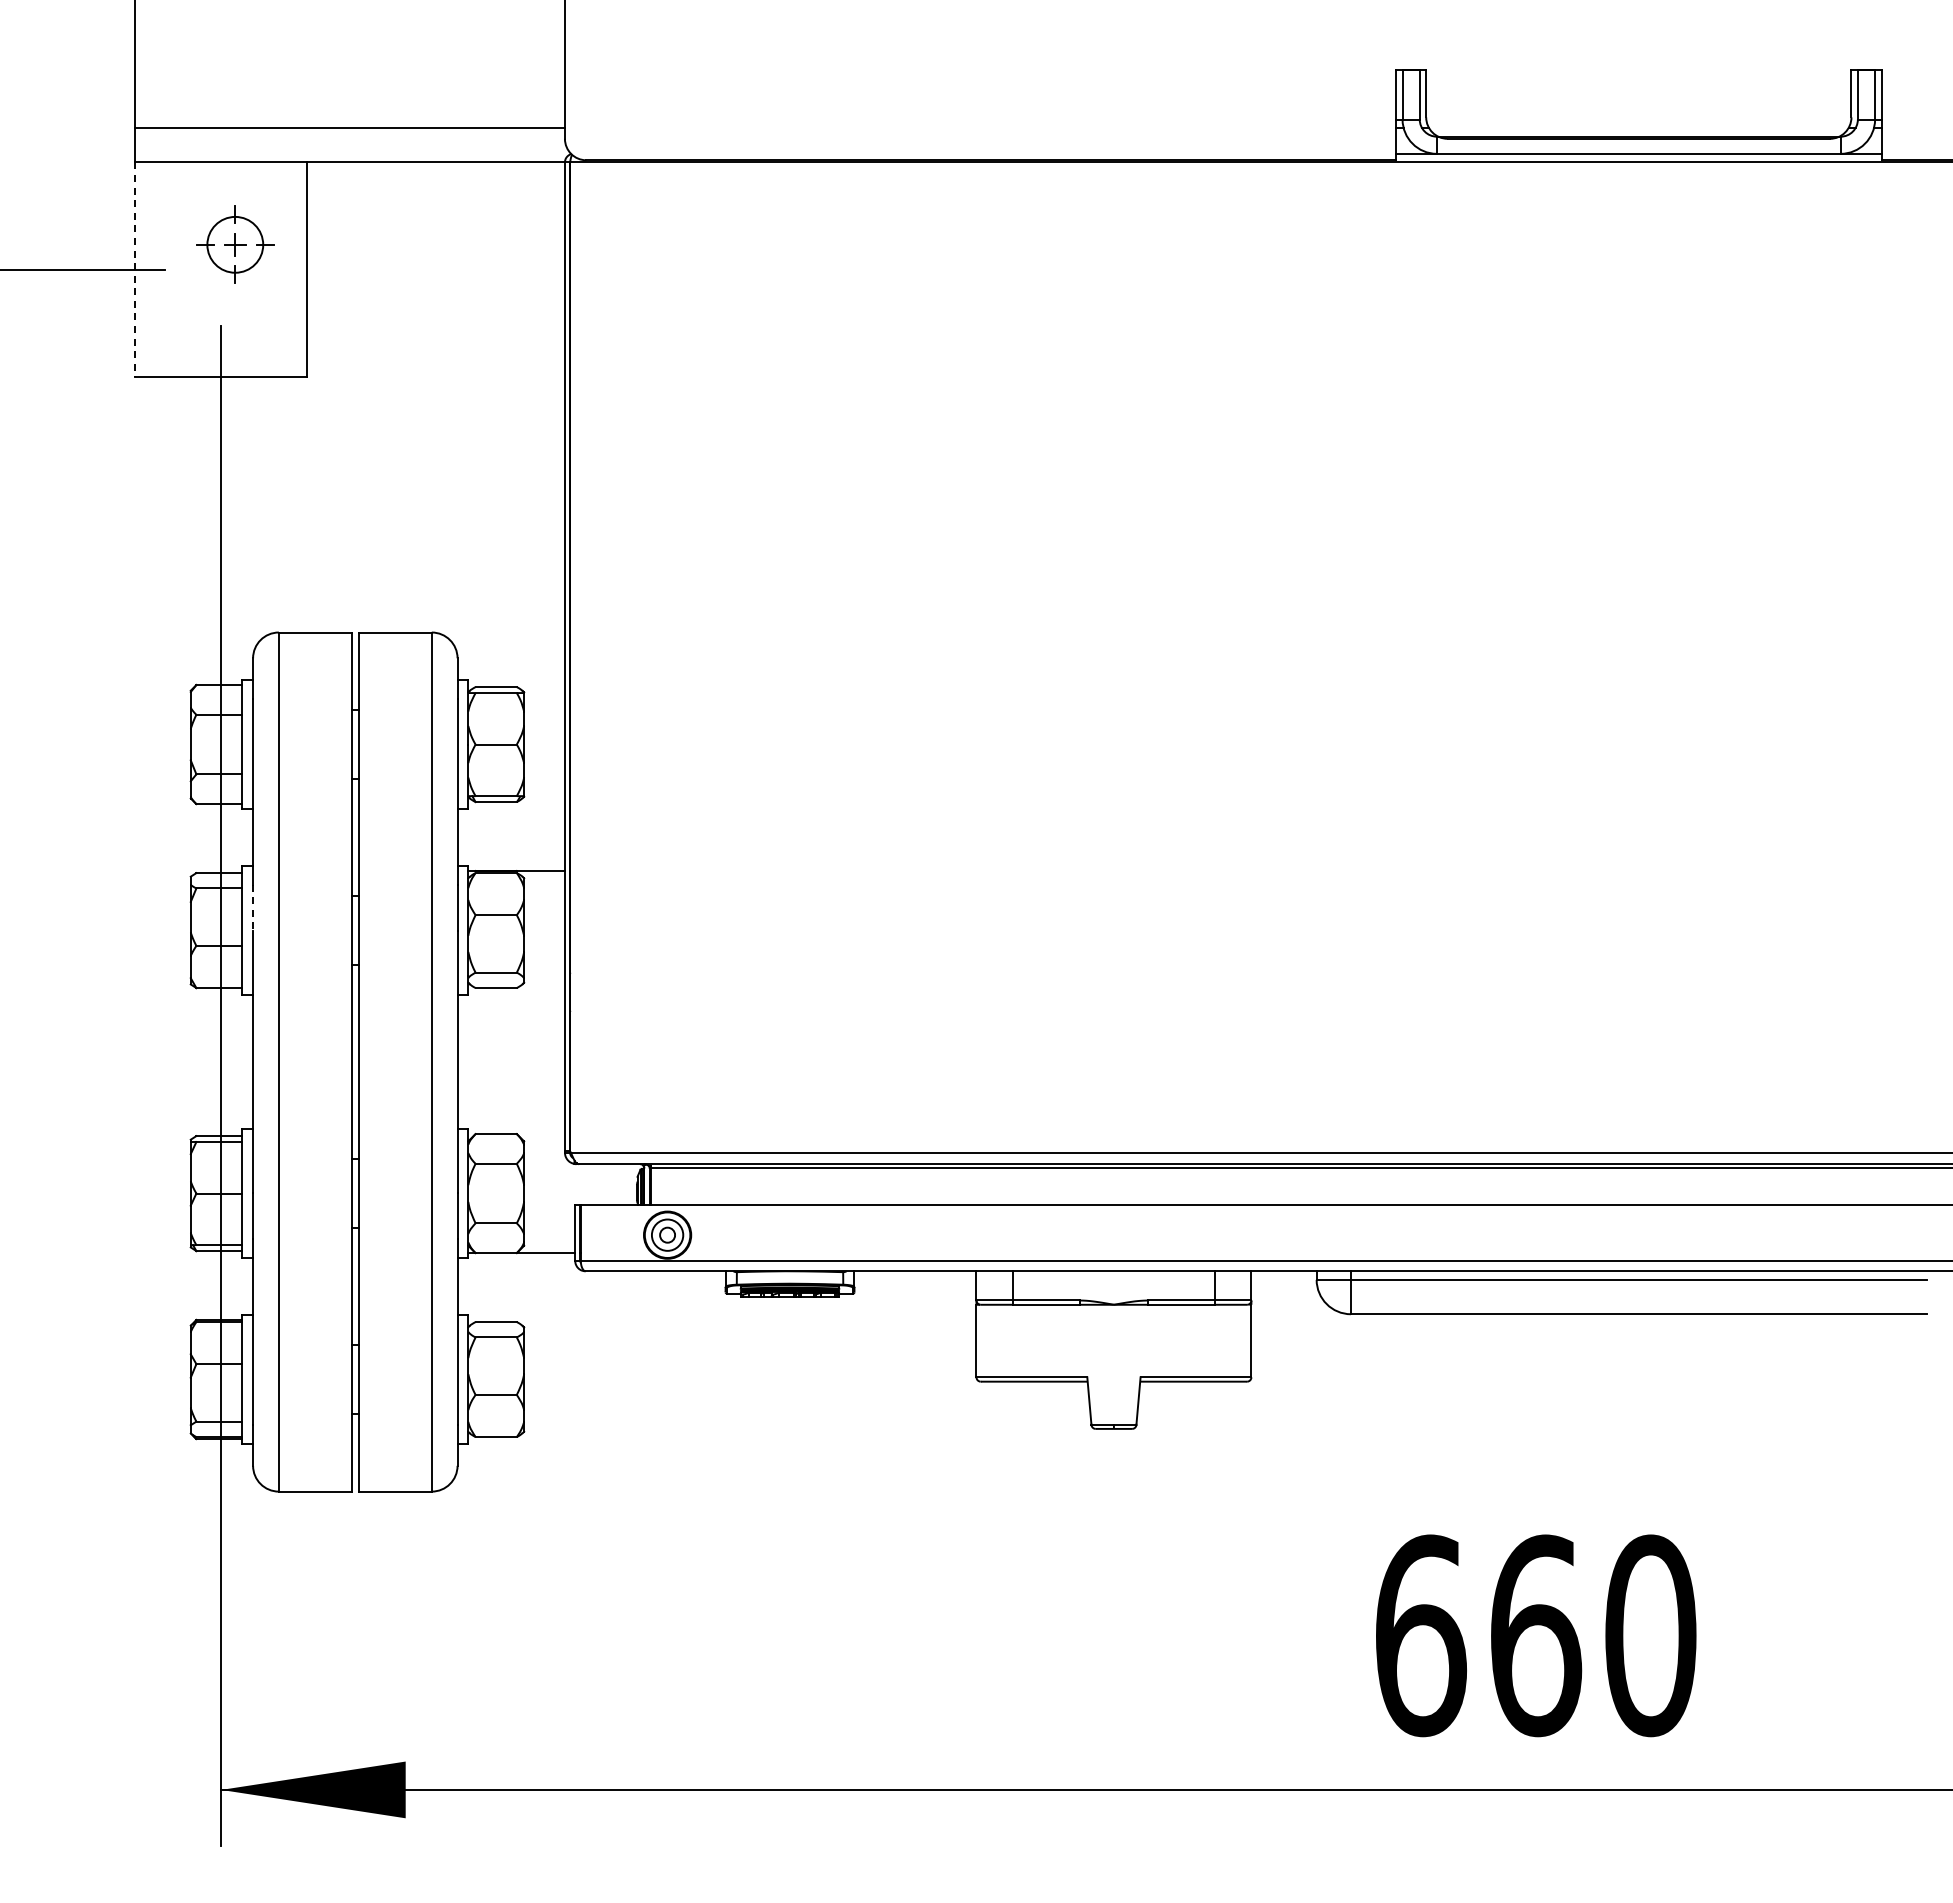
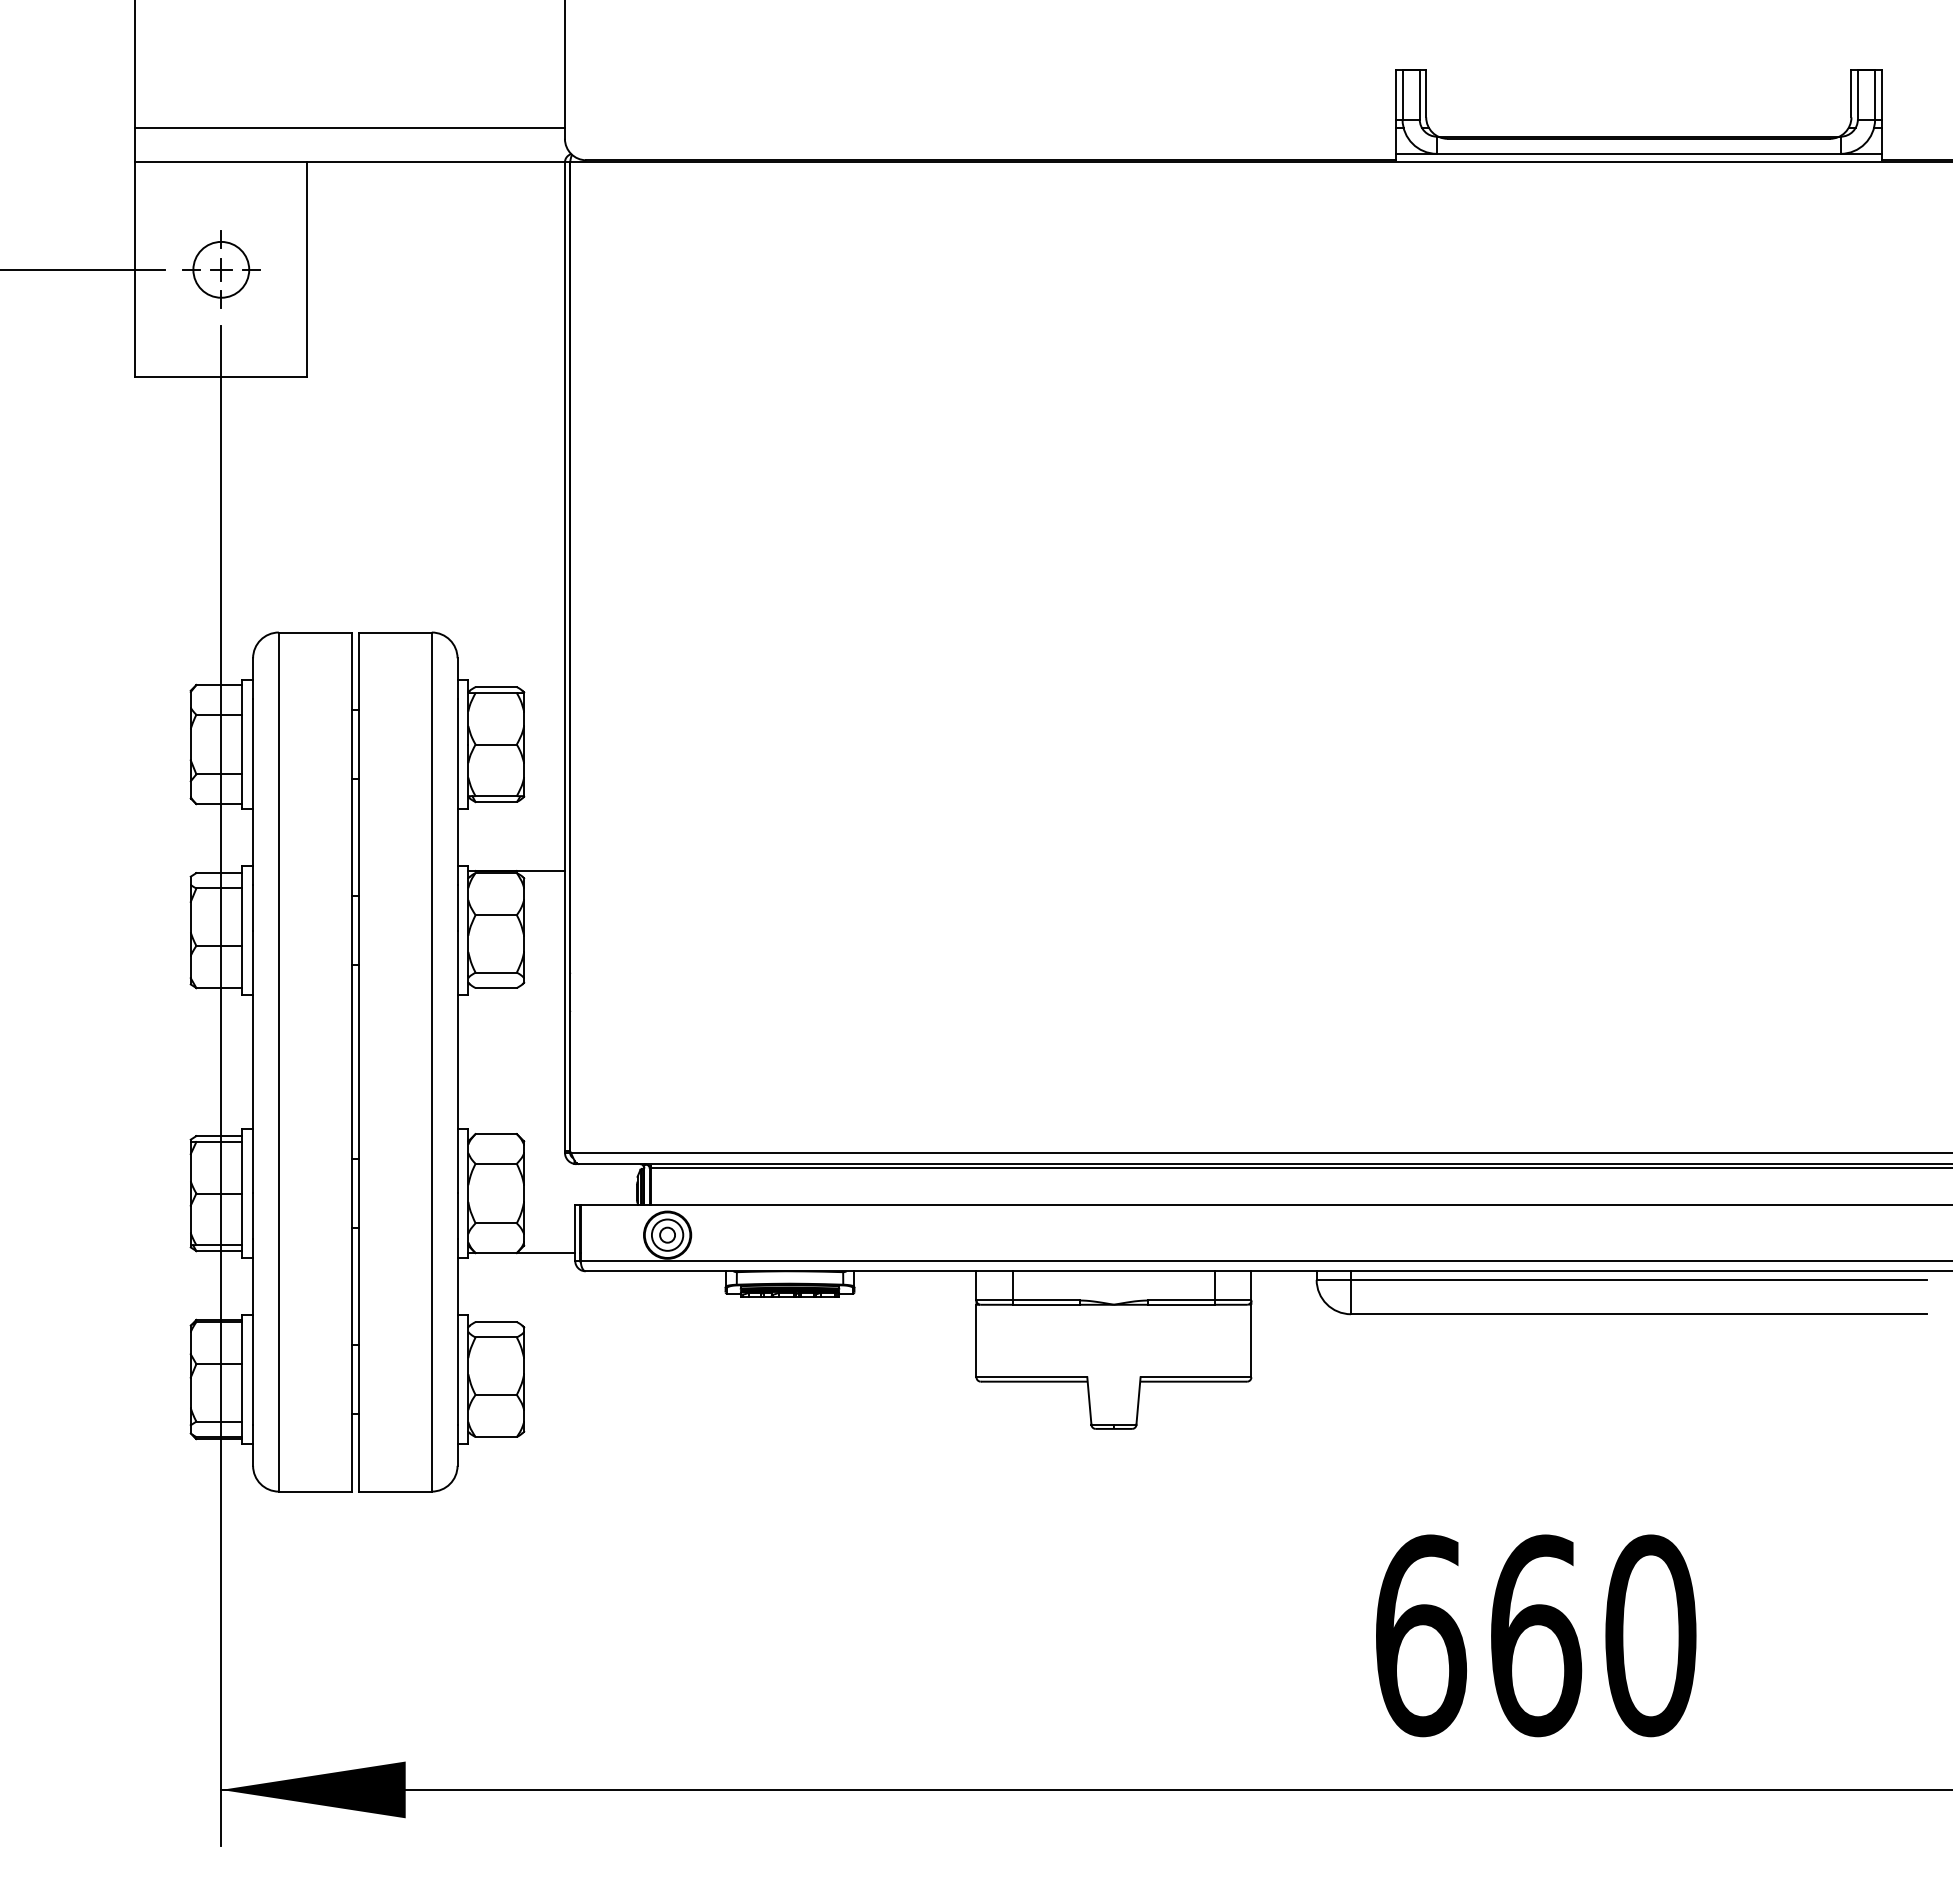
part at (235, 244) position: (235, 244) -> (221, 269)
line at (135, 270): dashed -> solid
line at (253, 908): dashed -> solid
